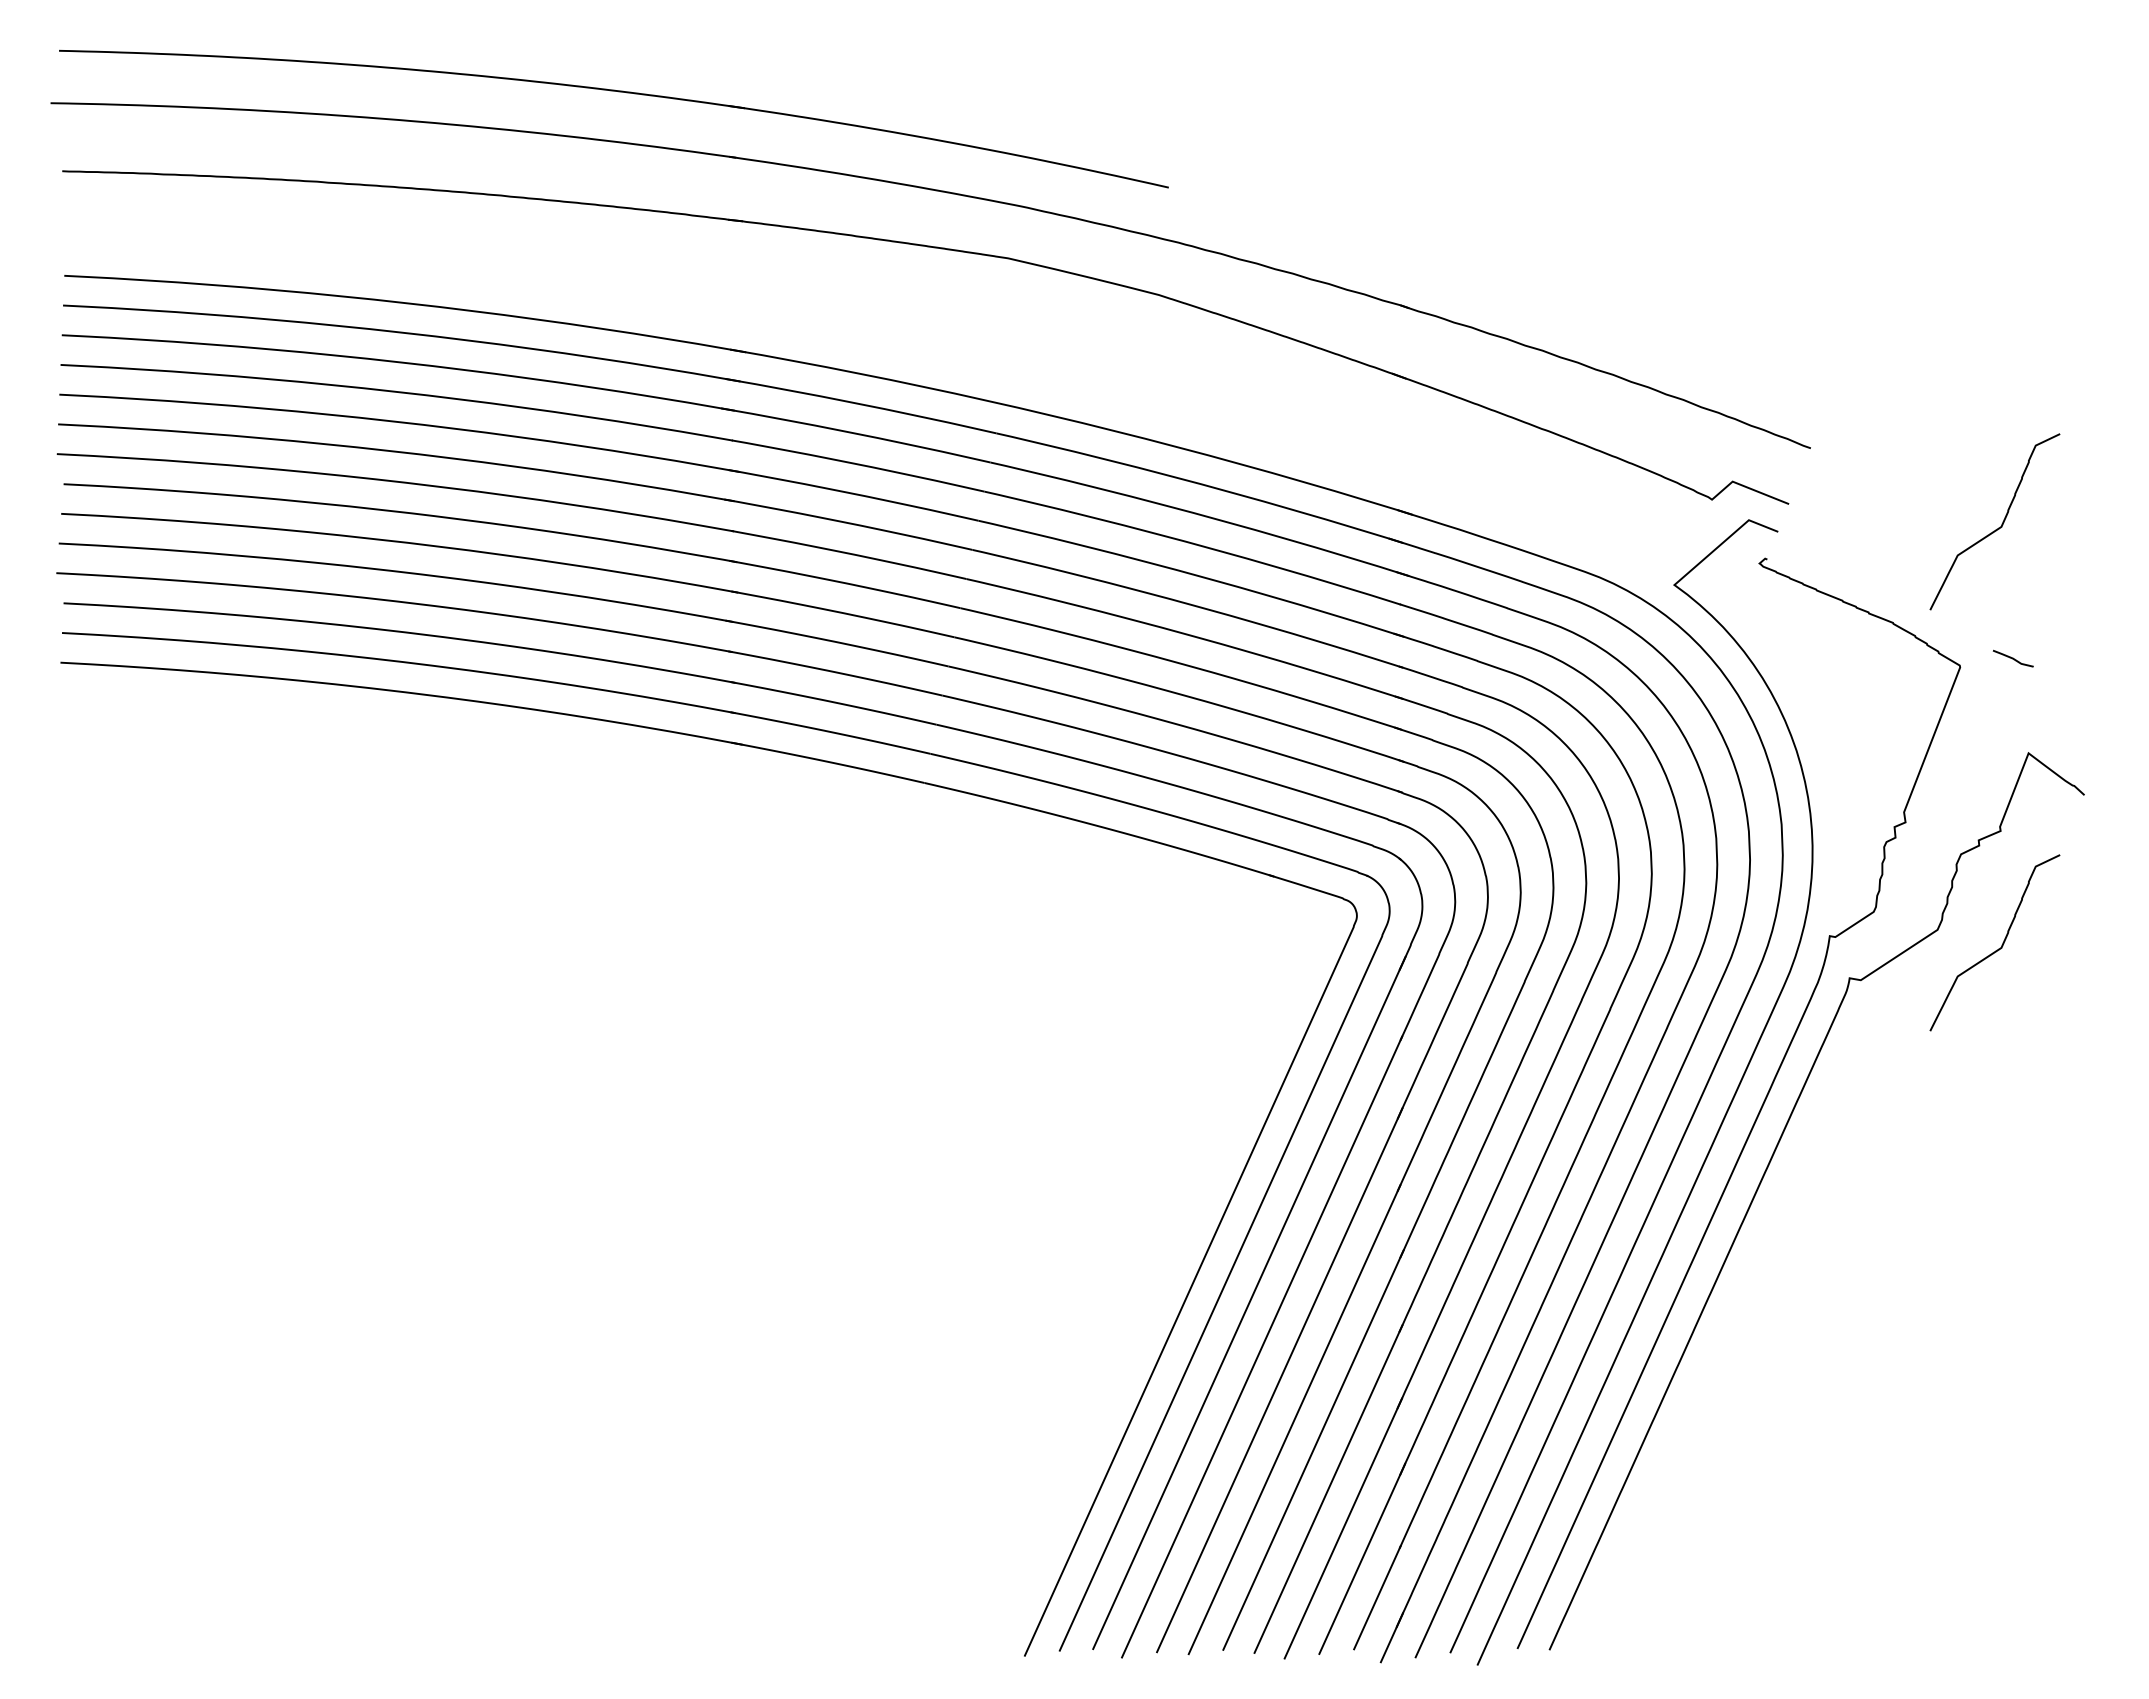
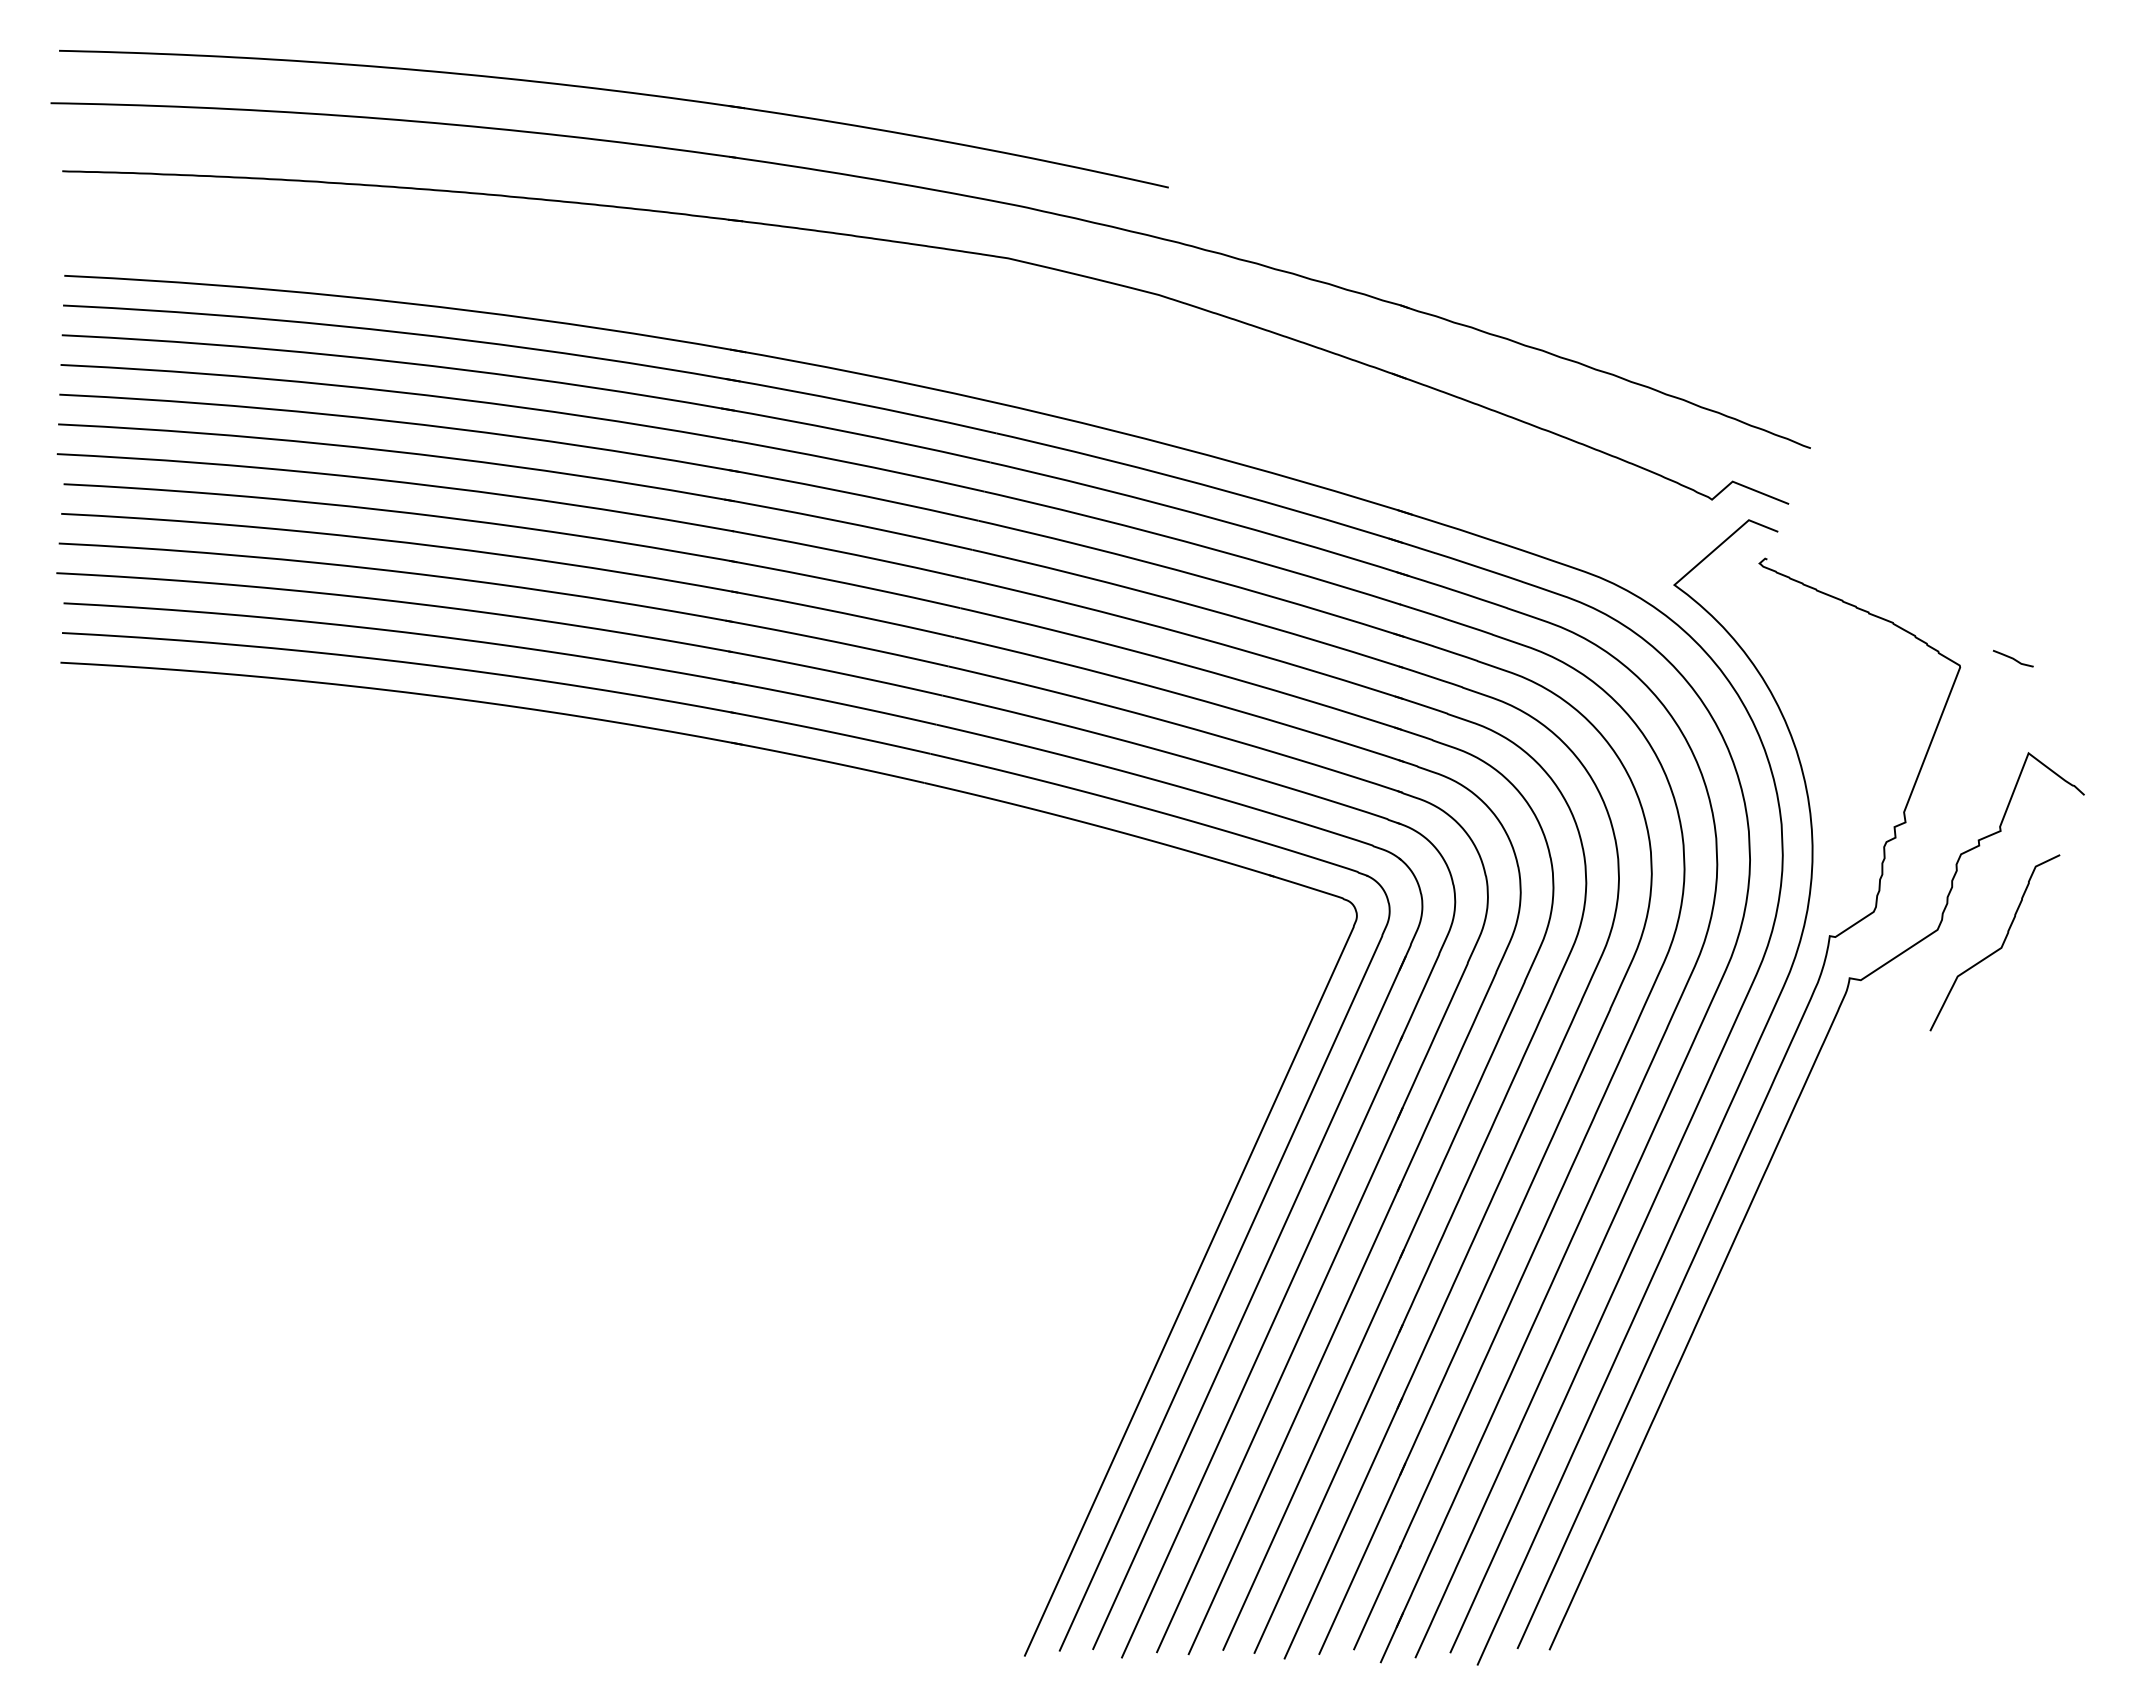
curve at (1998, 527): present -> none
